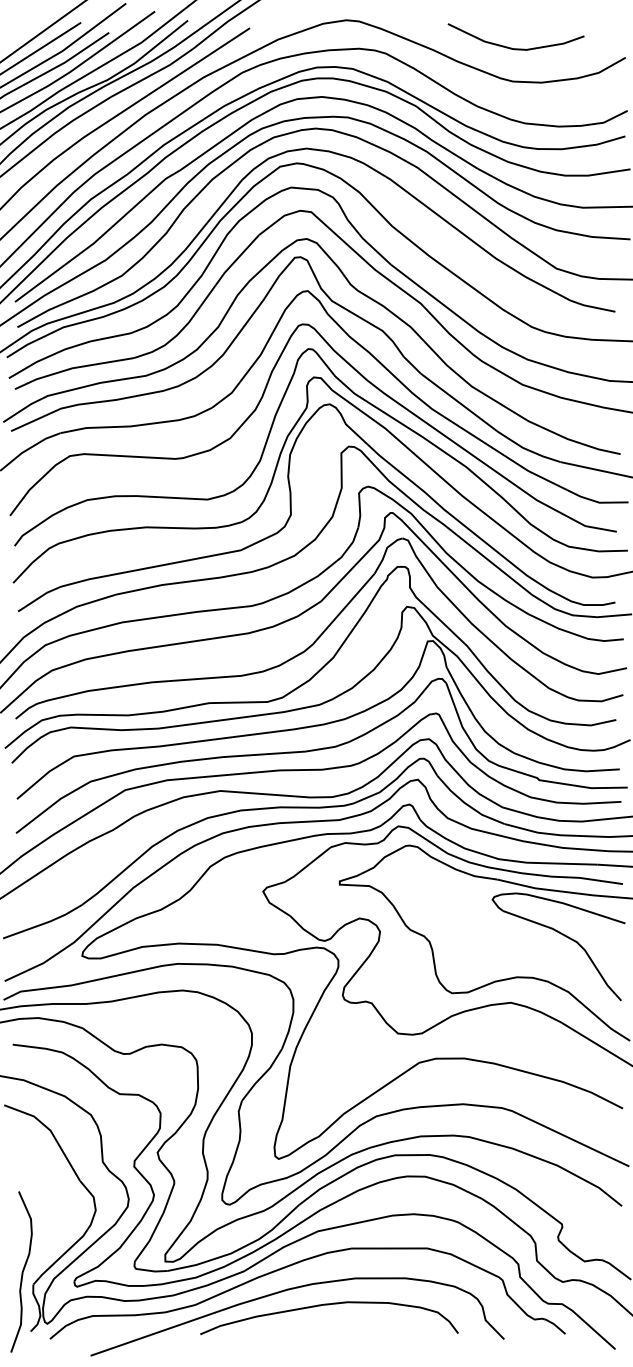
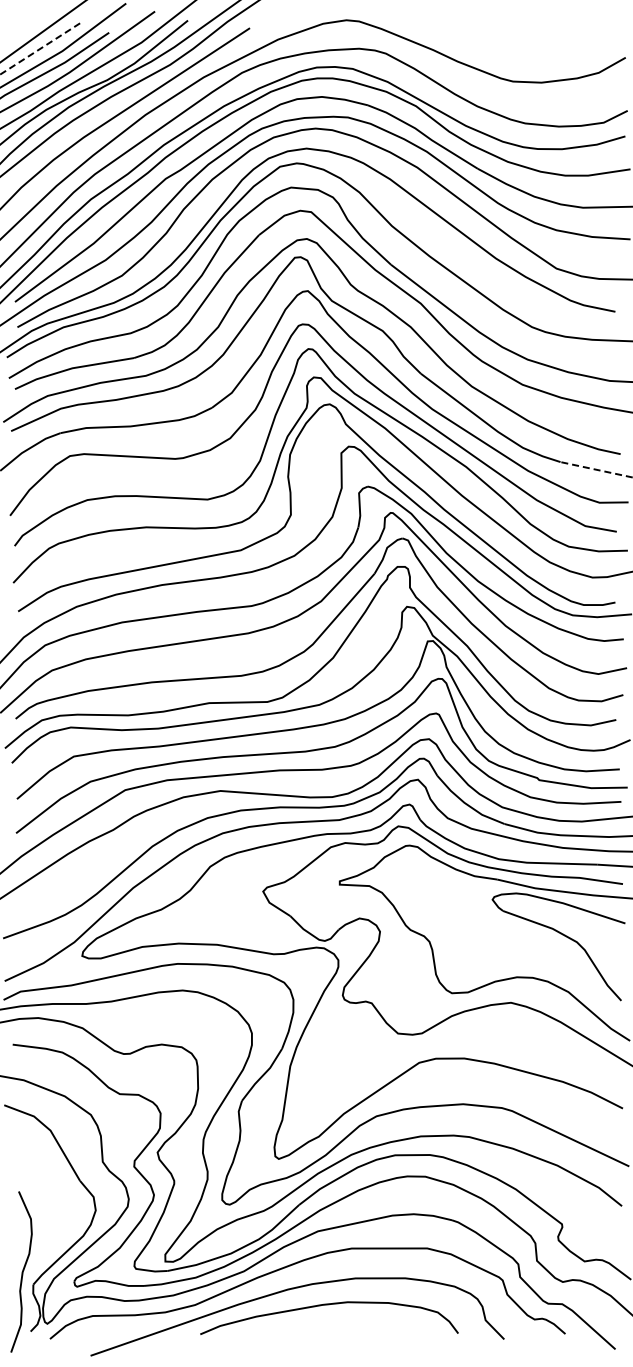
curve at (511, 47): present -> none
line at (41, 48): solid -> dashed
line at (596, 469): solid -> dashed
